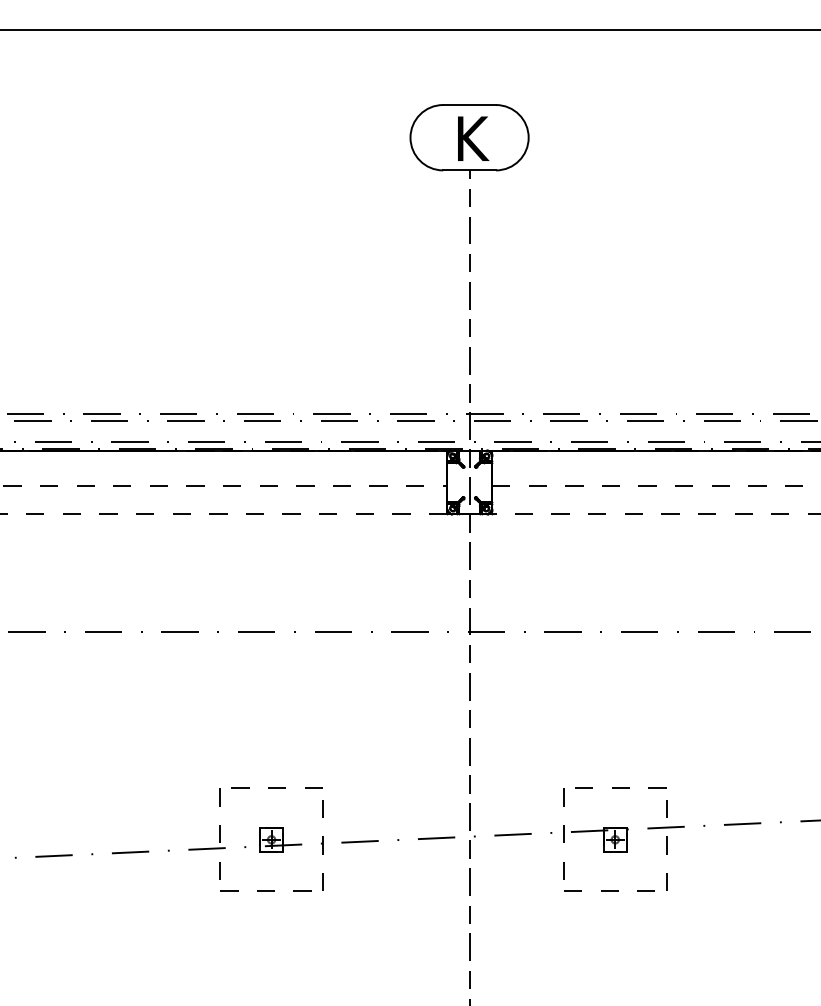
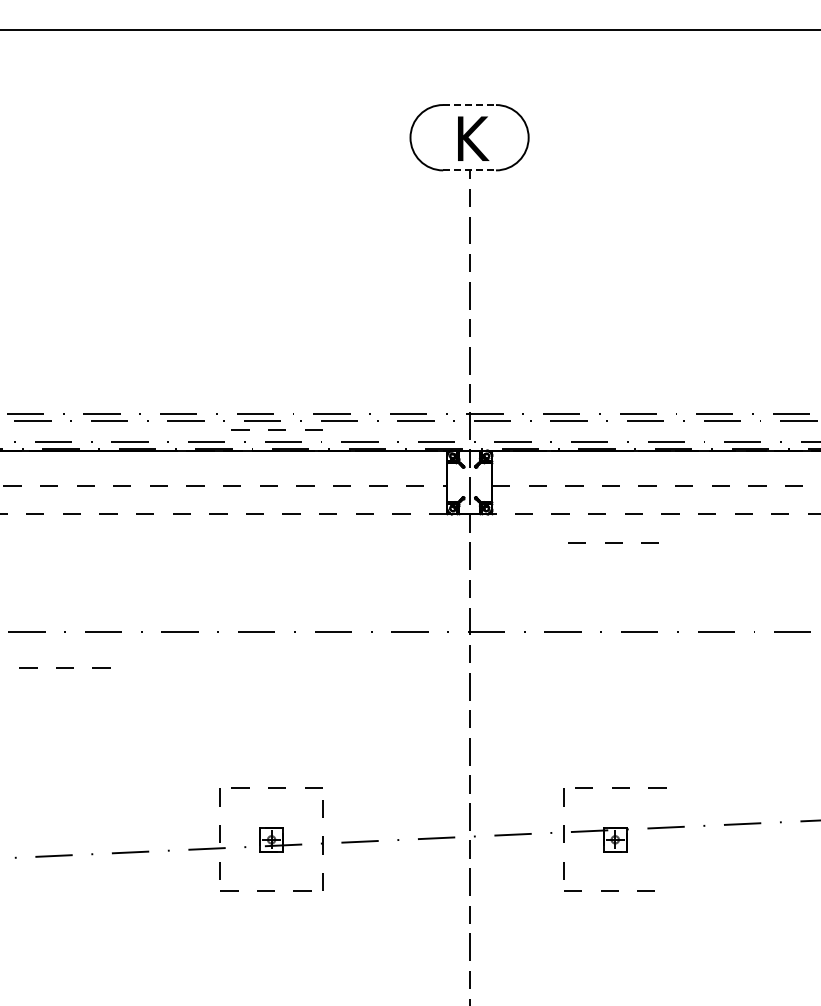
line at (470, 105): solid -> dashed
line at (470, 170): solid -> dashed
line at (276, 429): none -> present
line at (613, 542): none -> present
line at (64, 667): none -> present
line at (666, 845): present -> none
